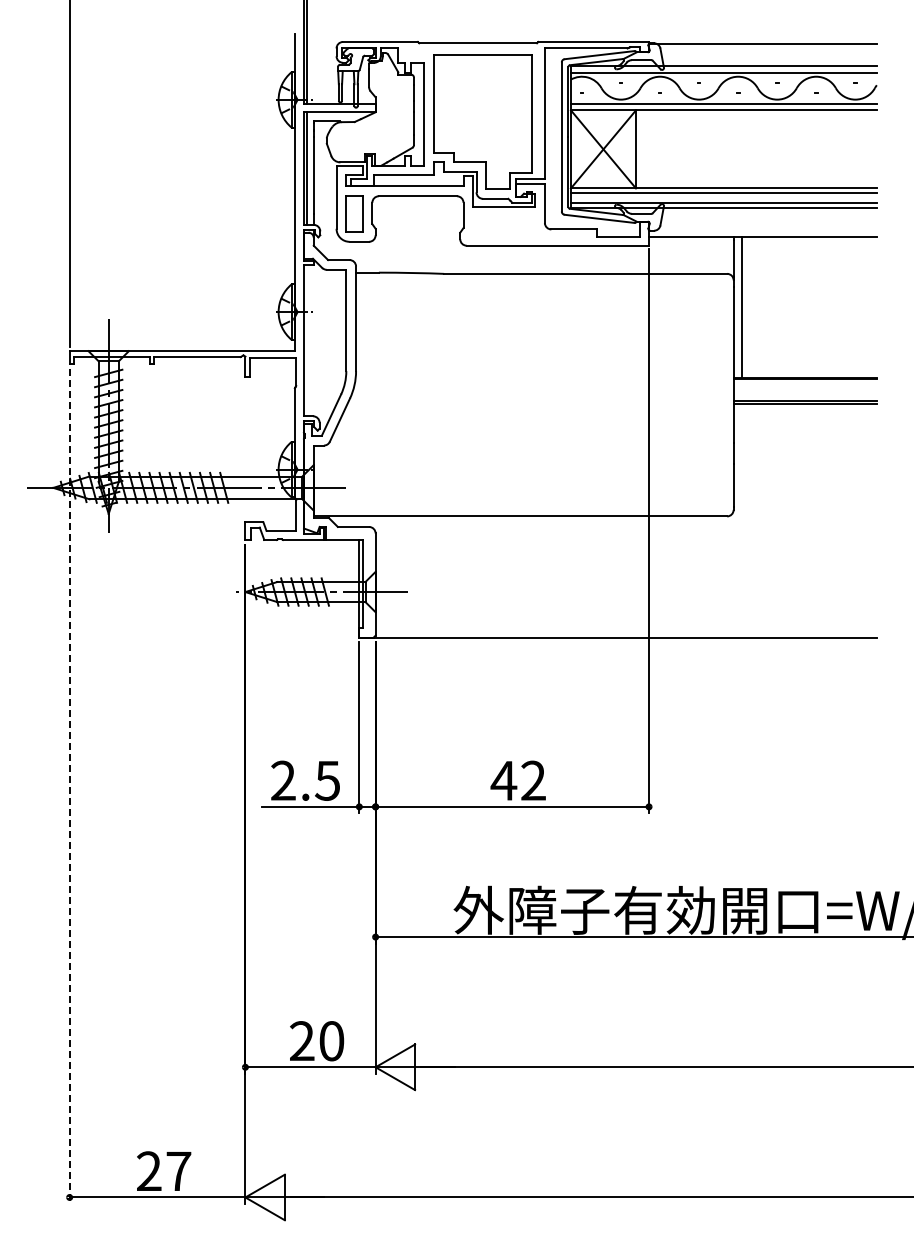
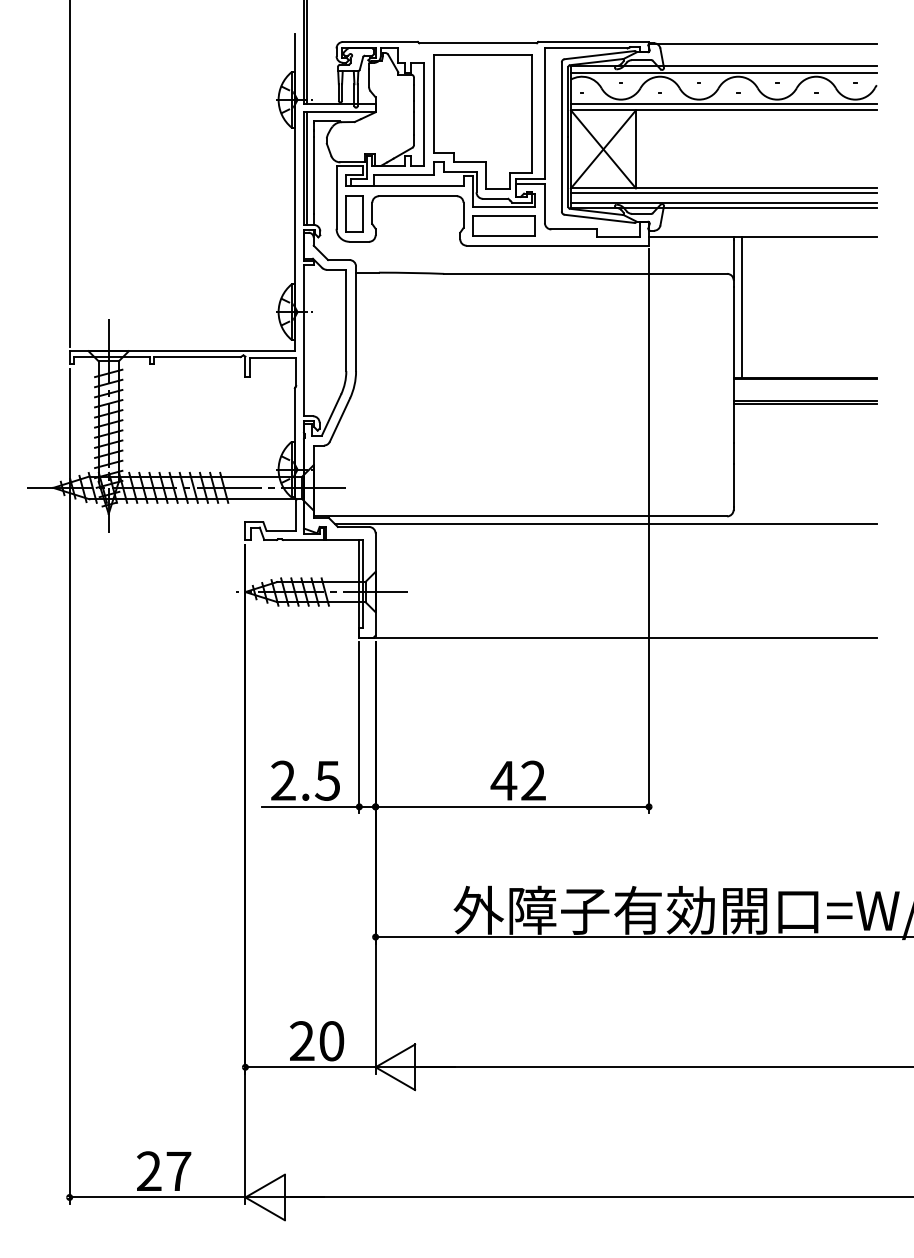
part at (503, 225): none -> present
line at (605, 523): none -> present
line at (69, 786): dashed -> solid
